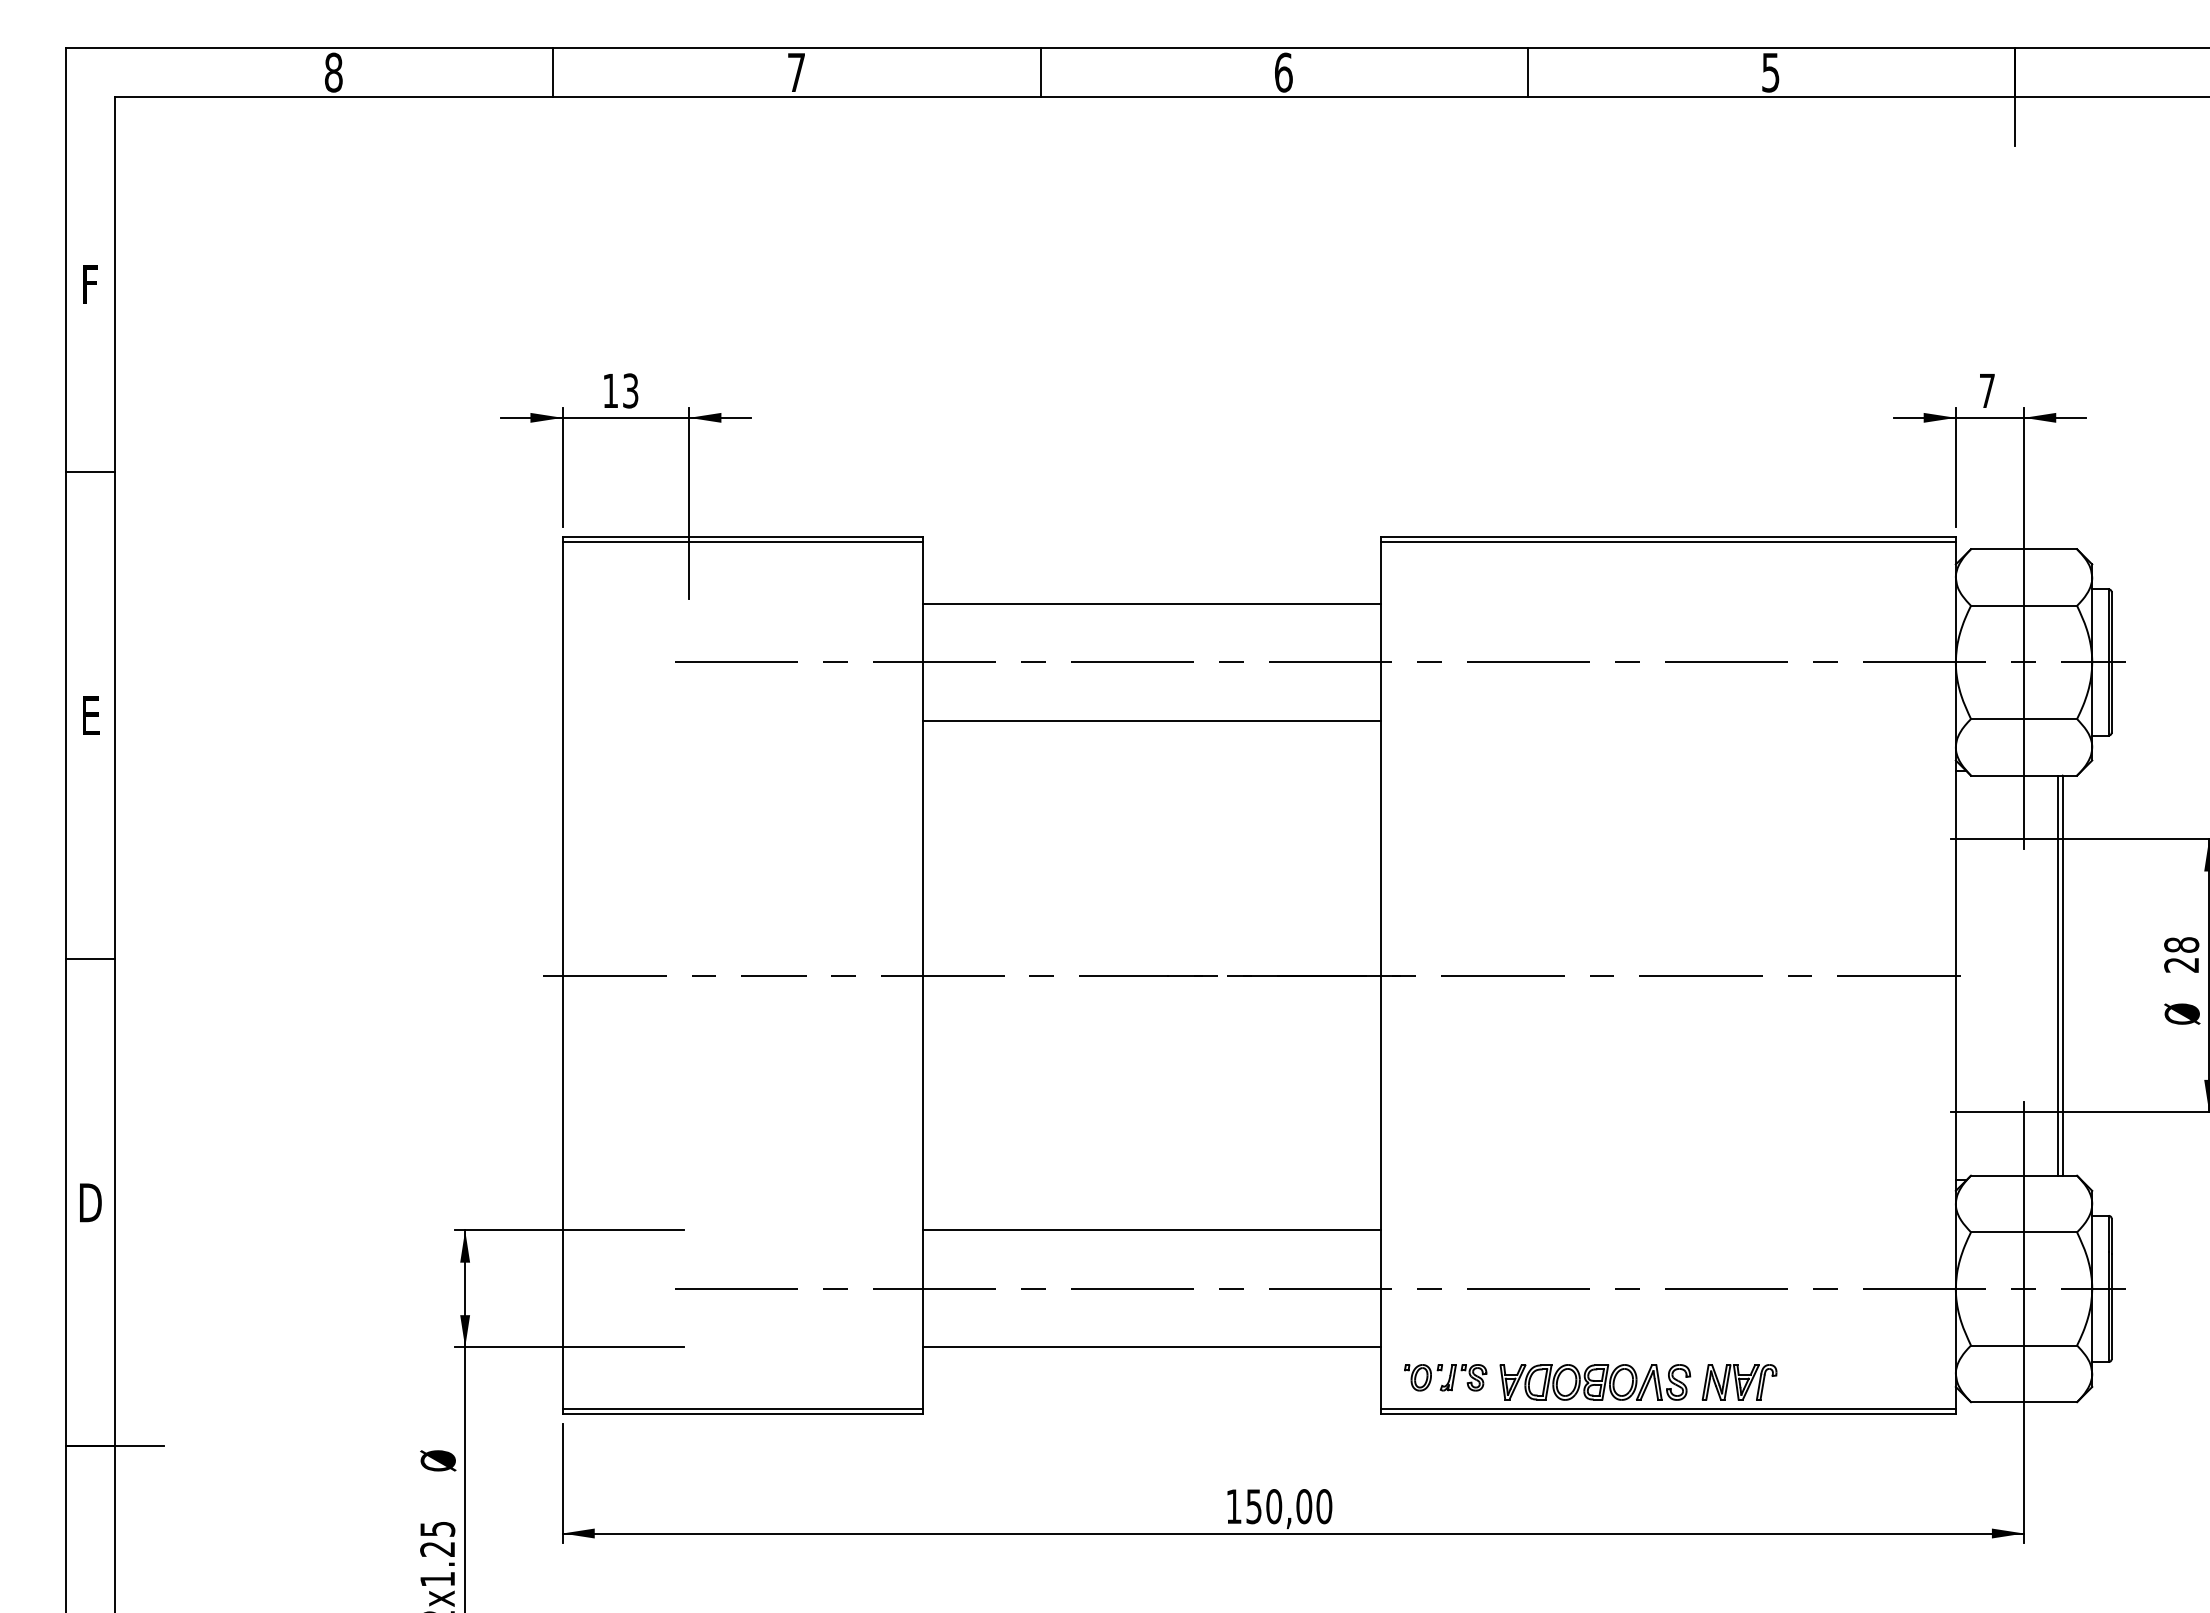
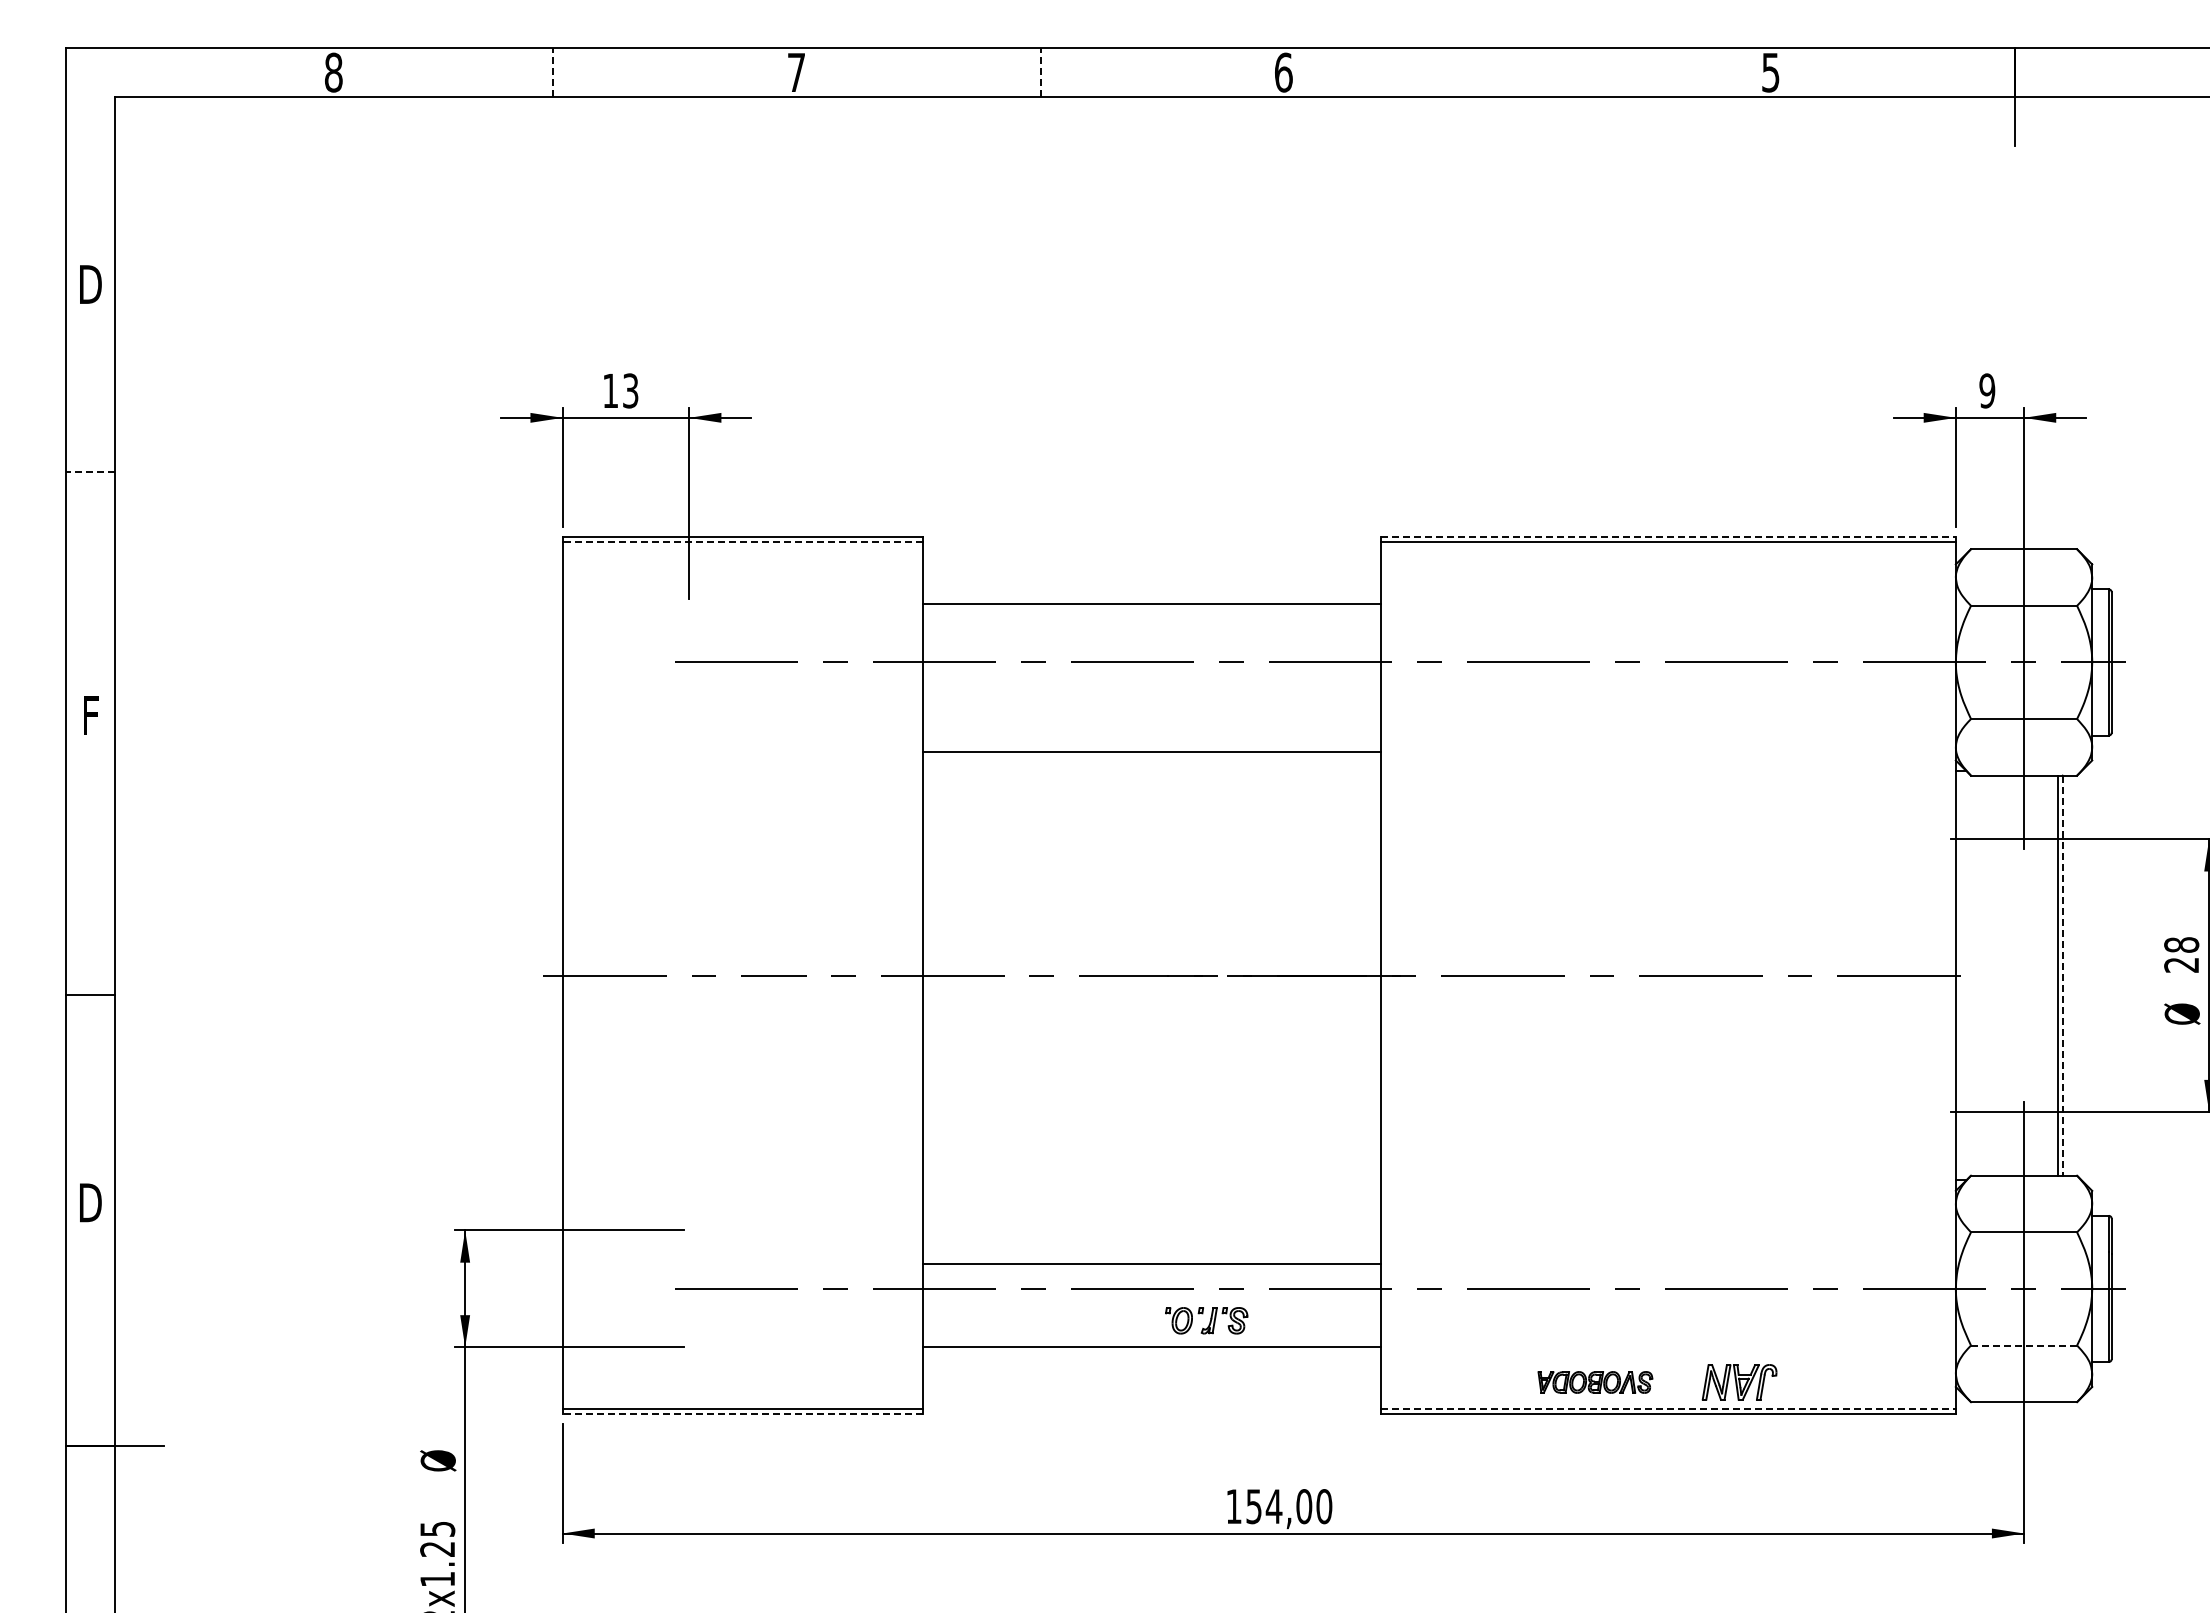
line at (553, 72): solid -> dashed
line at (1040, 72): solid -> dashed
line at (1527, 72): present -> none
text at (90, 284): F -> D
text at (1987, 390): 7 -> 9
line at (90, 472): solid -> dashed
line at (1668, 537): solid -> dashed
line at (742, 542): solid -> dashed
text at (91, 715): E -> F
line at (1152, 720) position: (1152, 720) -> (1152, 751)
line at (90, 959) position: (90, 959) -> (90, 995)
line at (2063, 975): solid -> dashed
line at (1152, 1230) position: (1152, 1230) -> (1152, 1264)
line at (2024, 1345): solid -> dashed
part at (1445, 1377) position: (1445, 1377) -> (1206, 1320)
part at (1595, 1382) size: 193x37 px -> 117x23 px
line at (1668, 1409): solid -> dashed
line at (742, 1414): solid -> dashed
text at (1273, 1506): 150,00 -> 154,00
